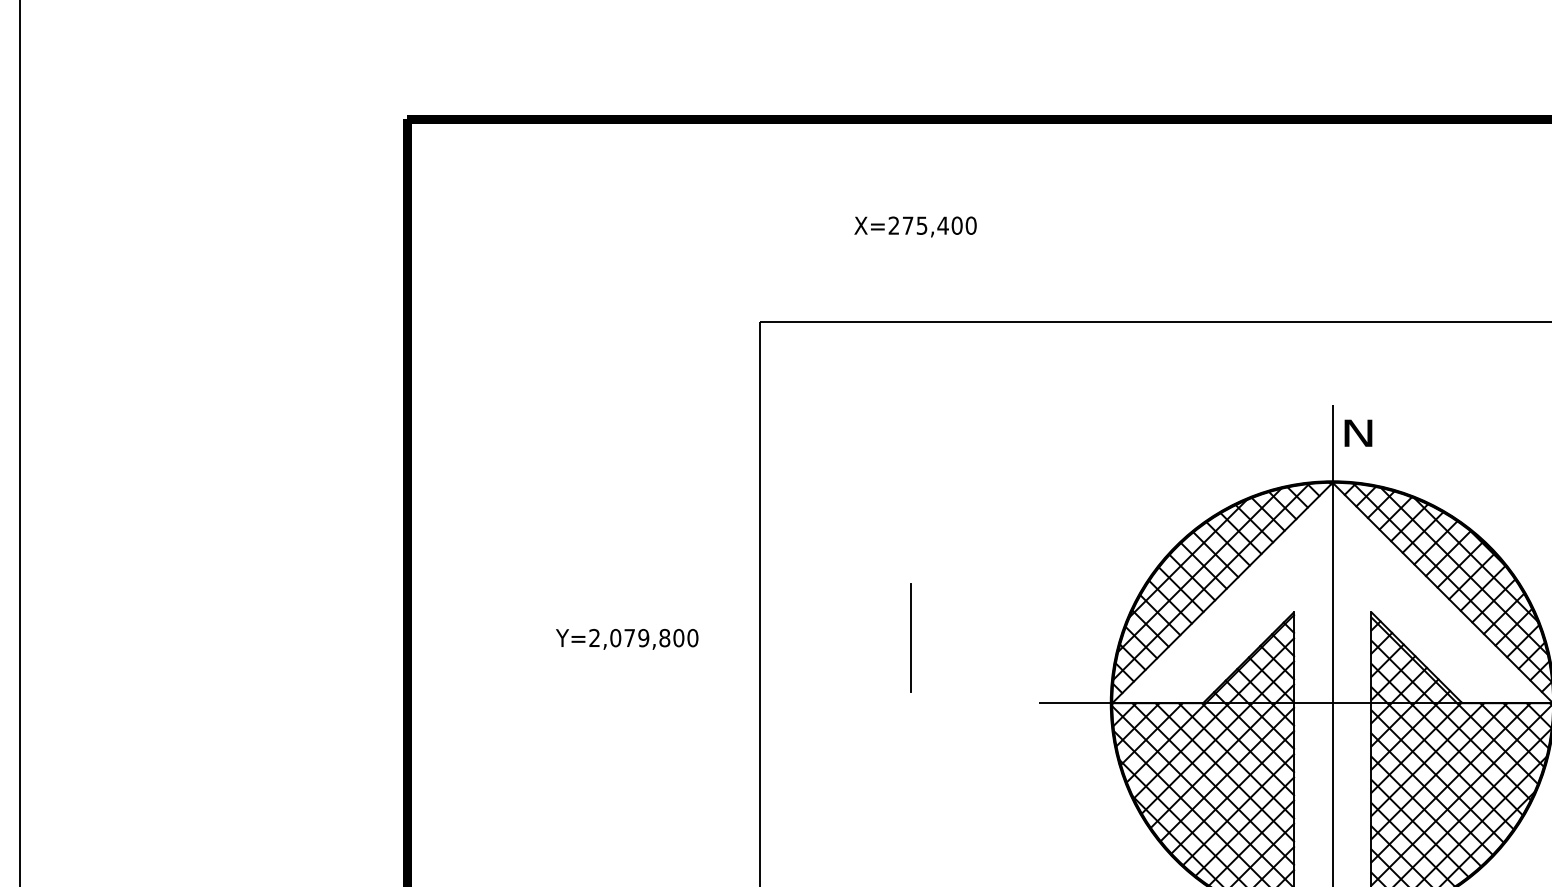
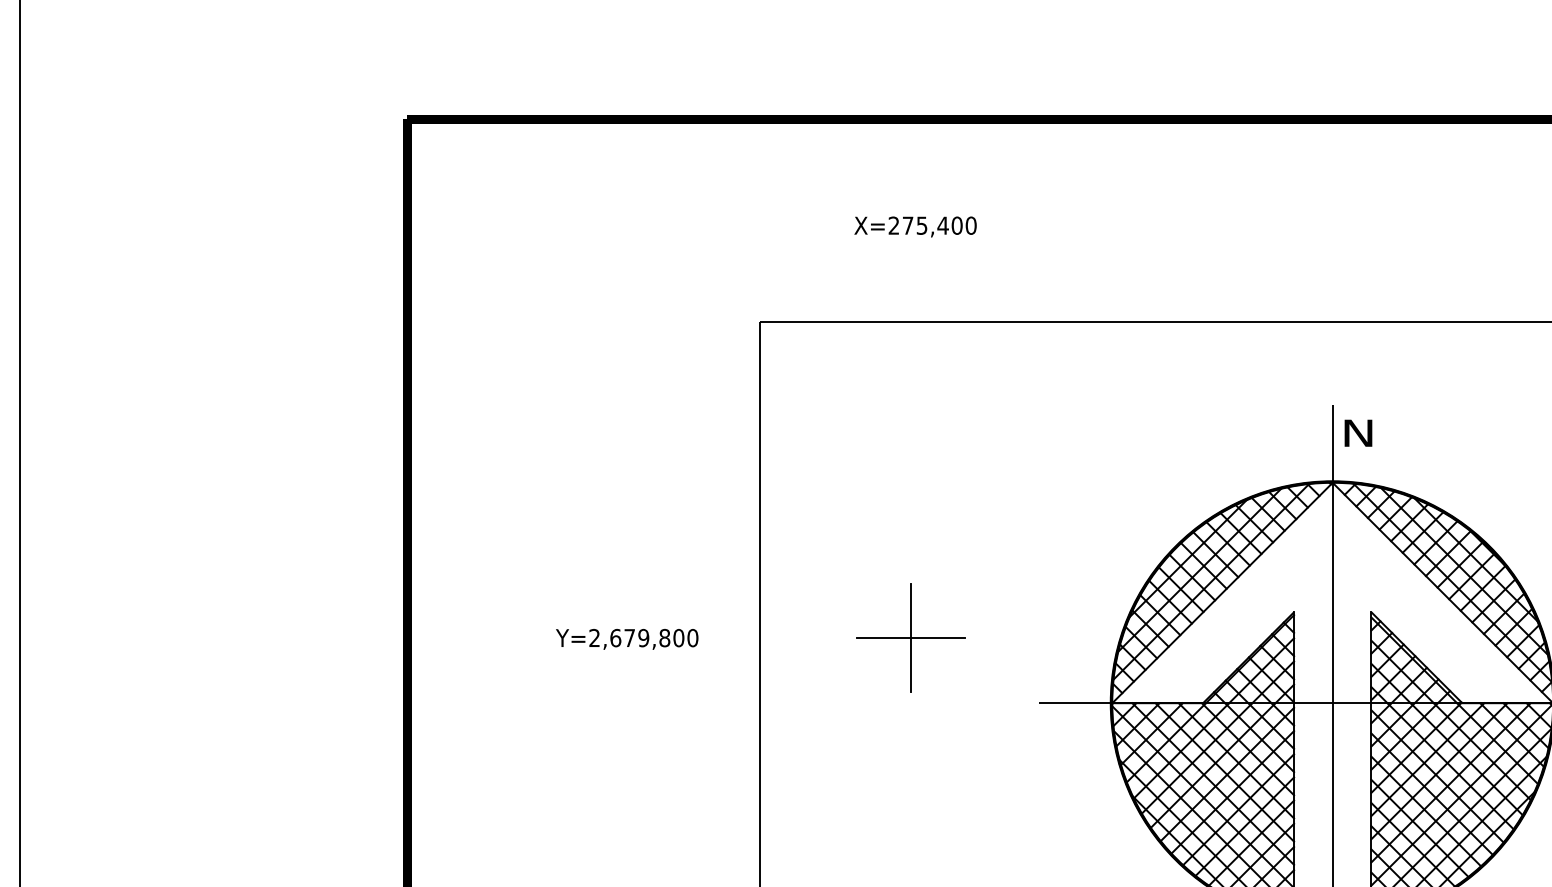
text at (615, 637): Y=2,079,800 -> Y=2,679,800
line at (910, 638): none -> present
